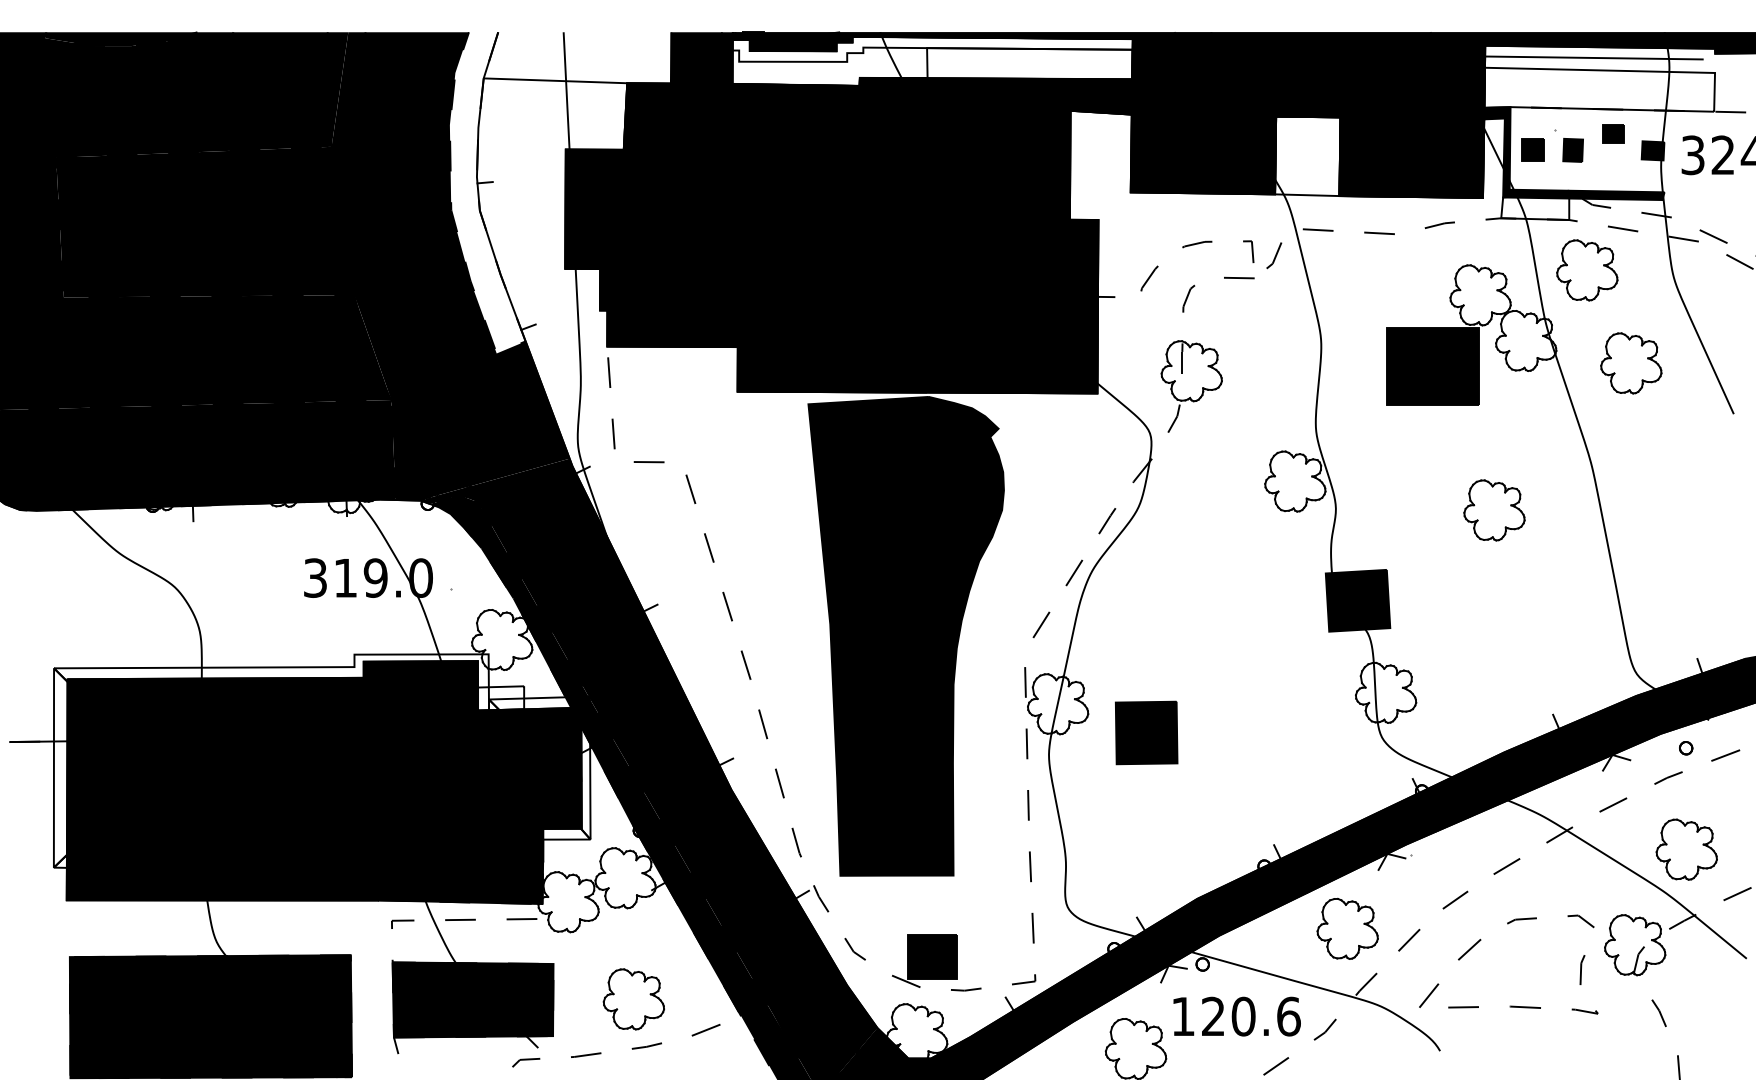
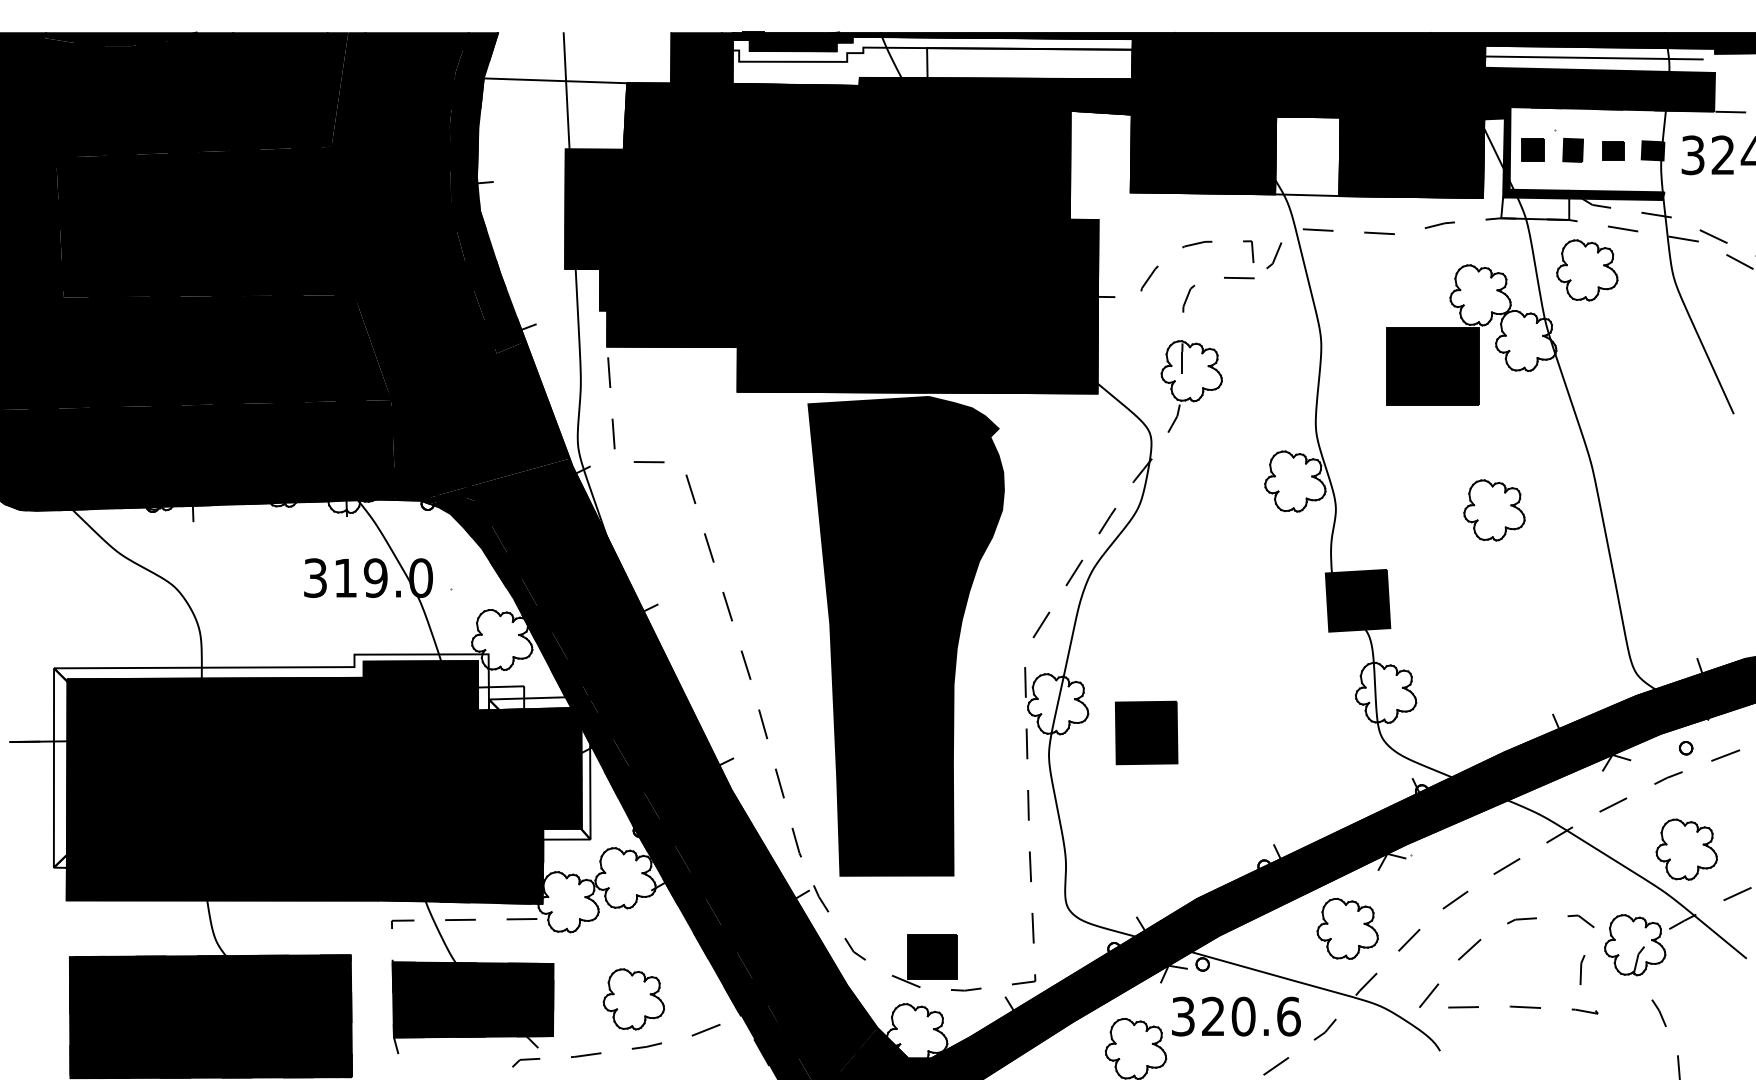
fill at (1599, 89): none -> present
part at (1613, 133) position: (1613, 133) -> (1613, 150)
fill at (487, 192): none -> present
part at (1631, 363): present -> none
text at (1183, 1016): 120.6 -> 320.6
